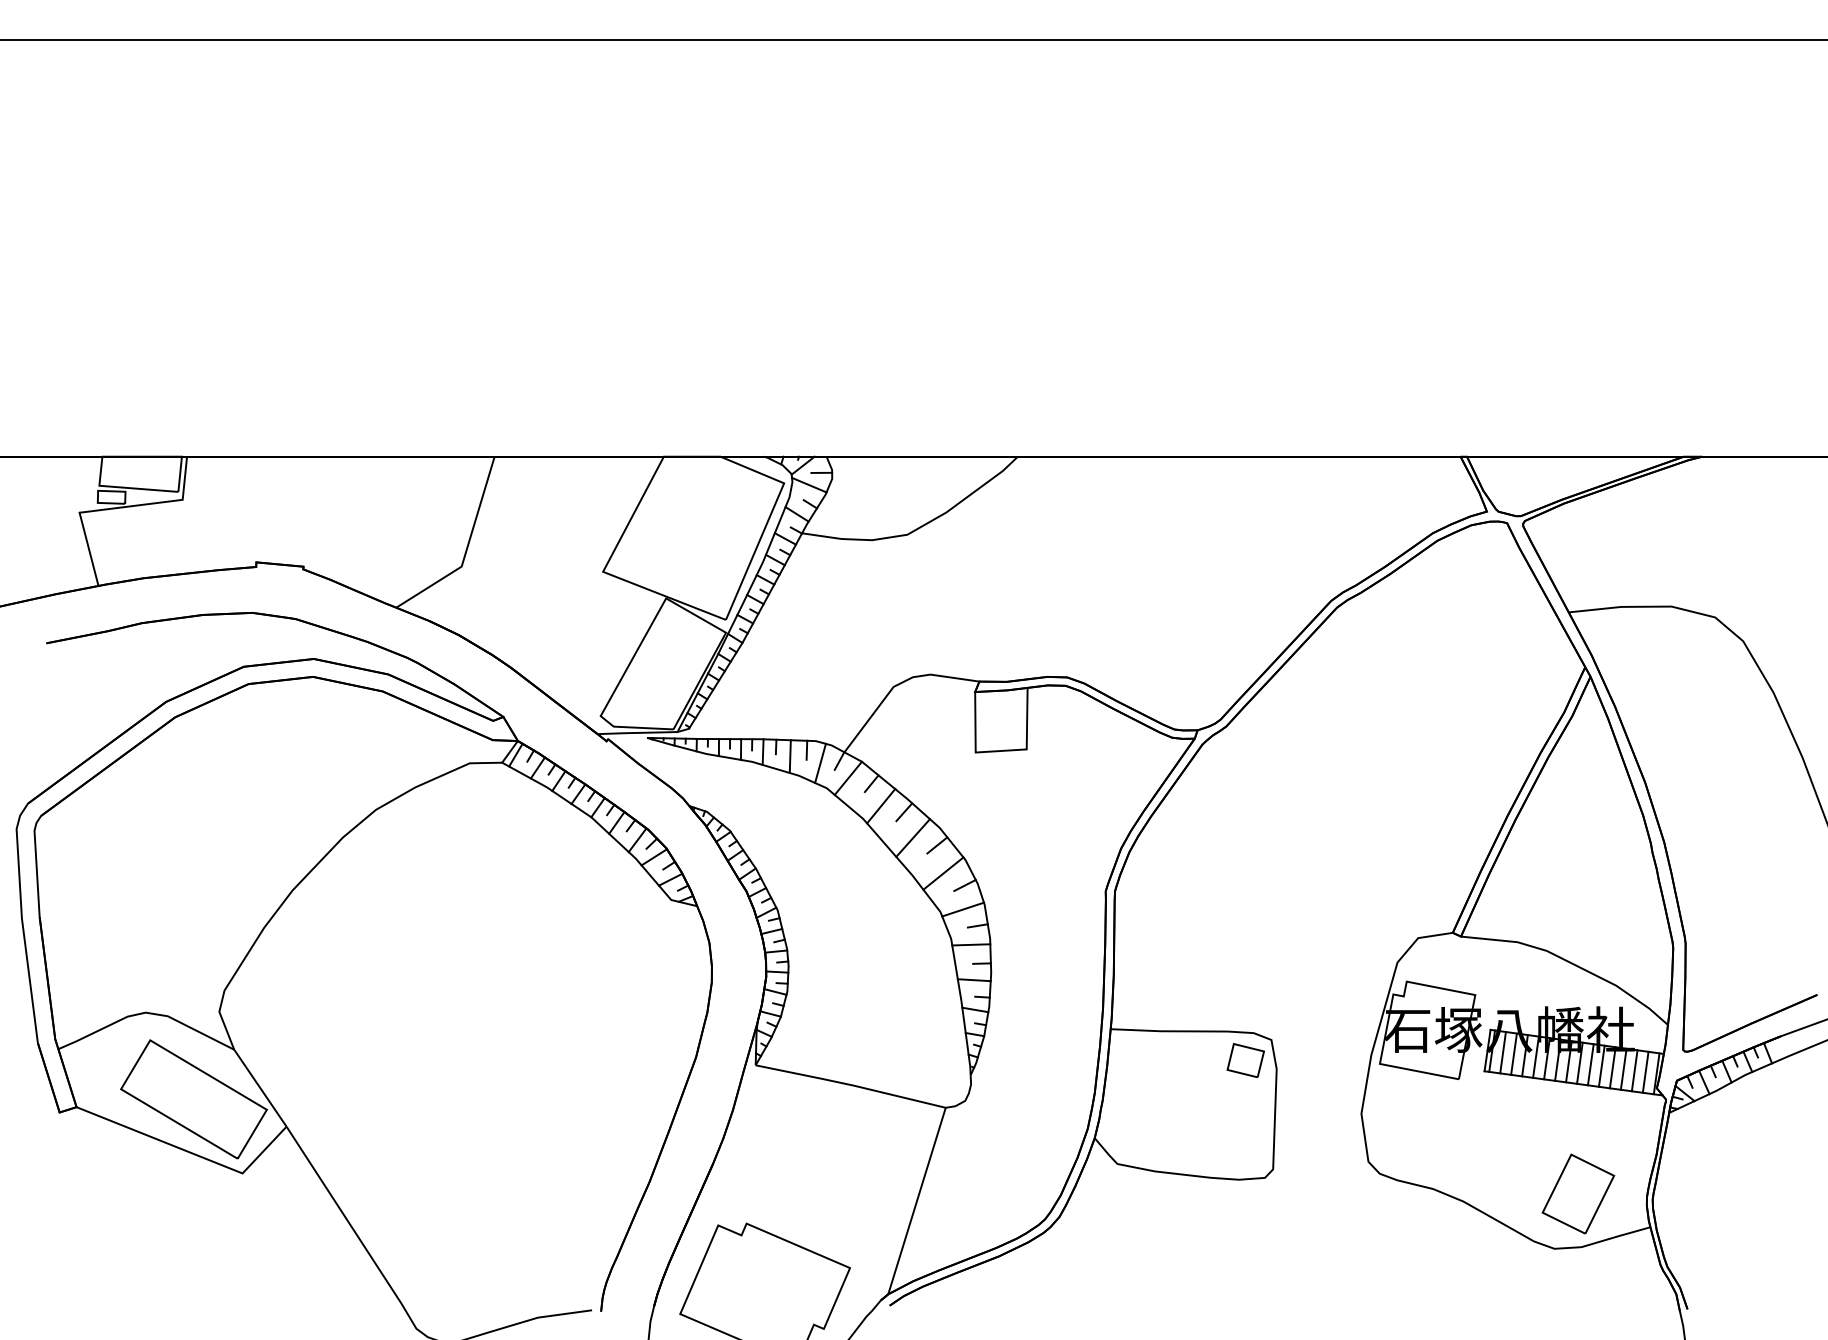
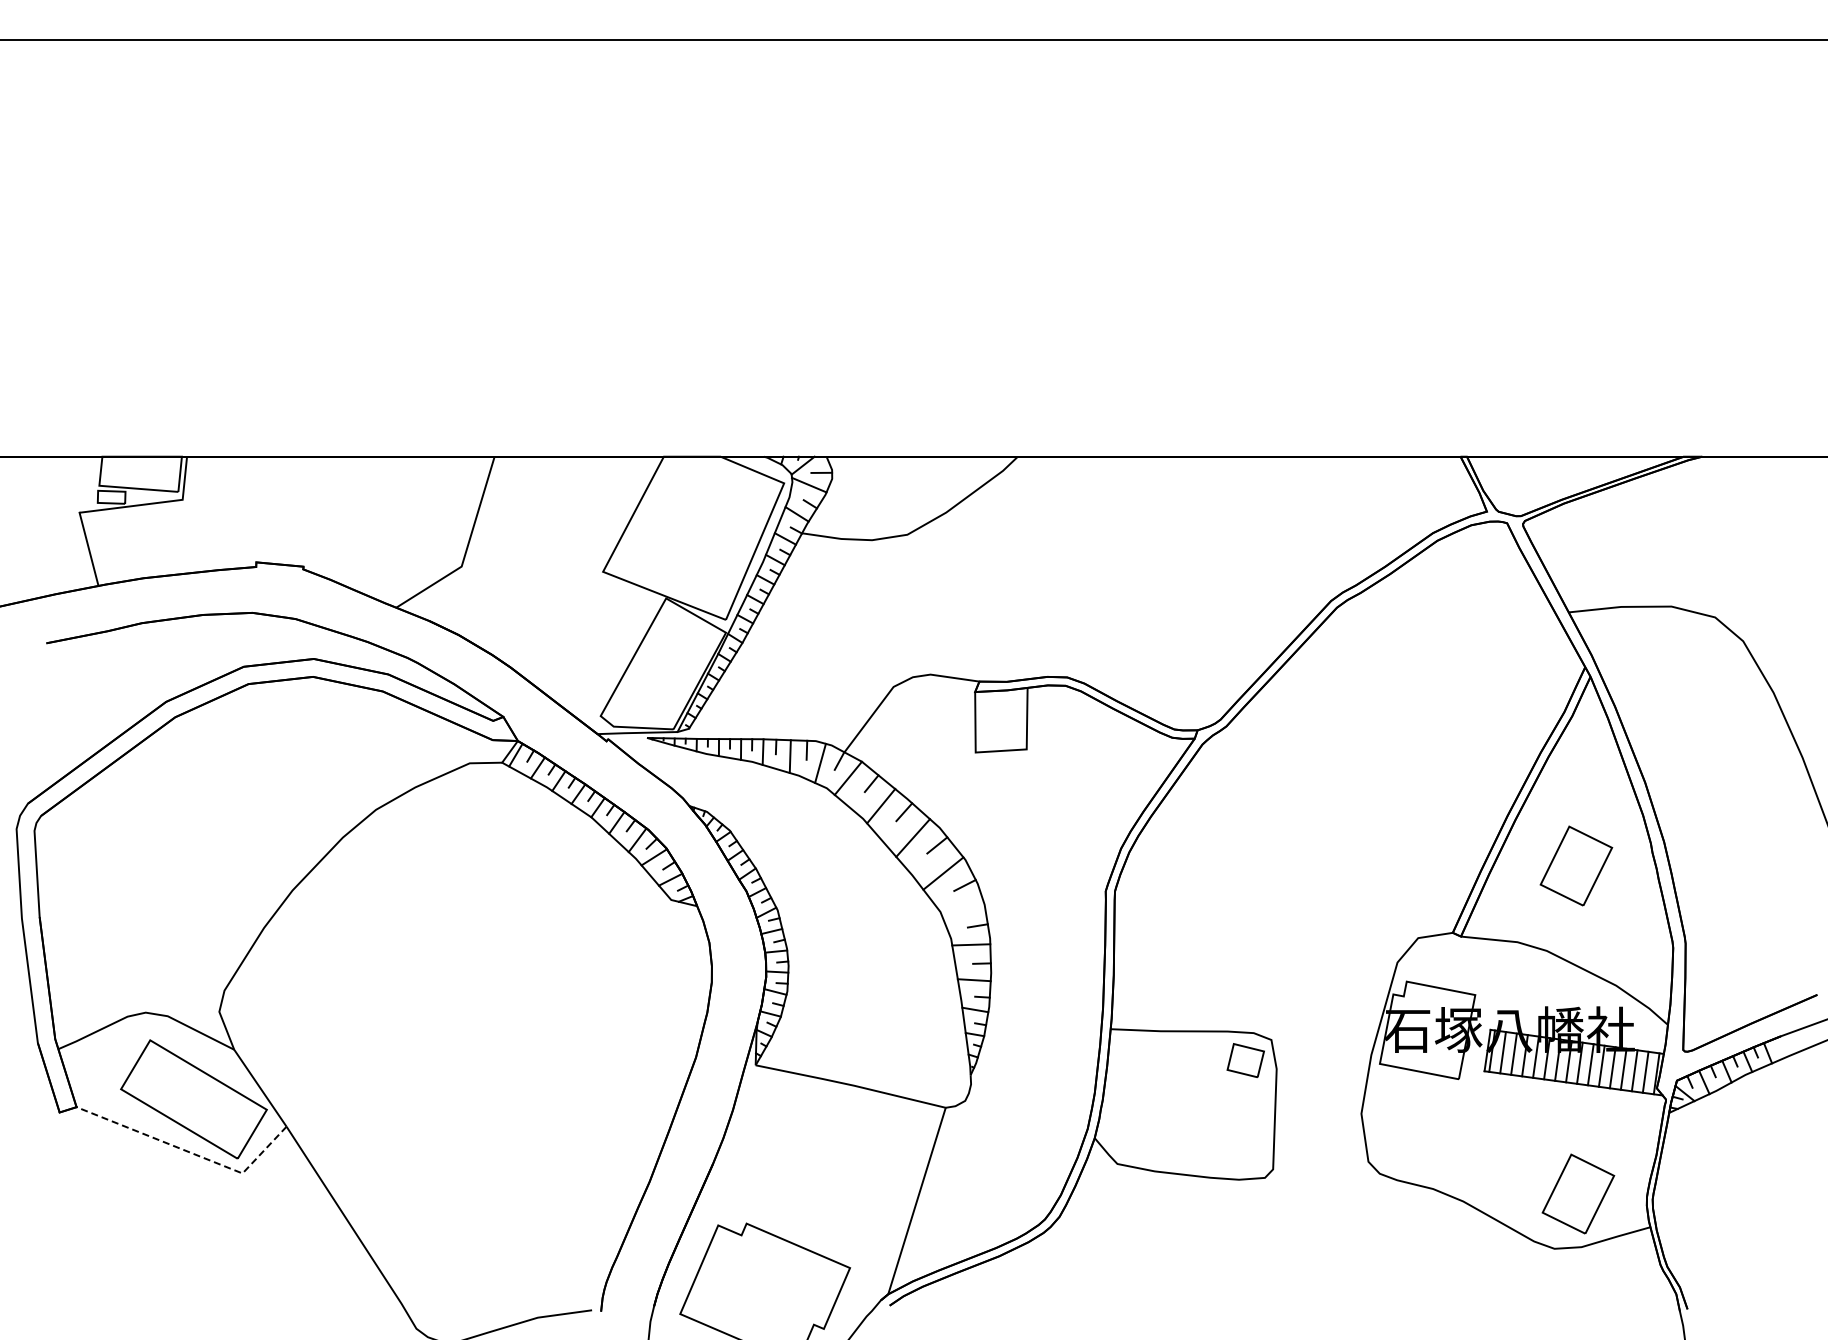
part at (1576, 865): none -> present
line at (962, 909): present -> none
line at (189, 1152): solid -> dashed
